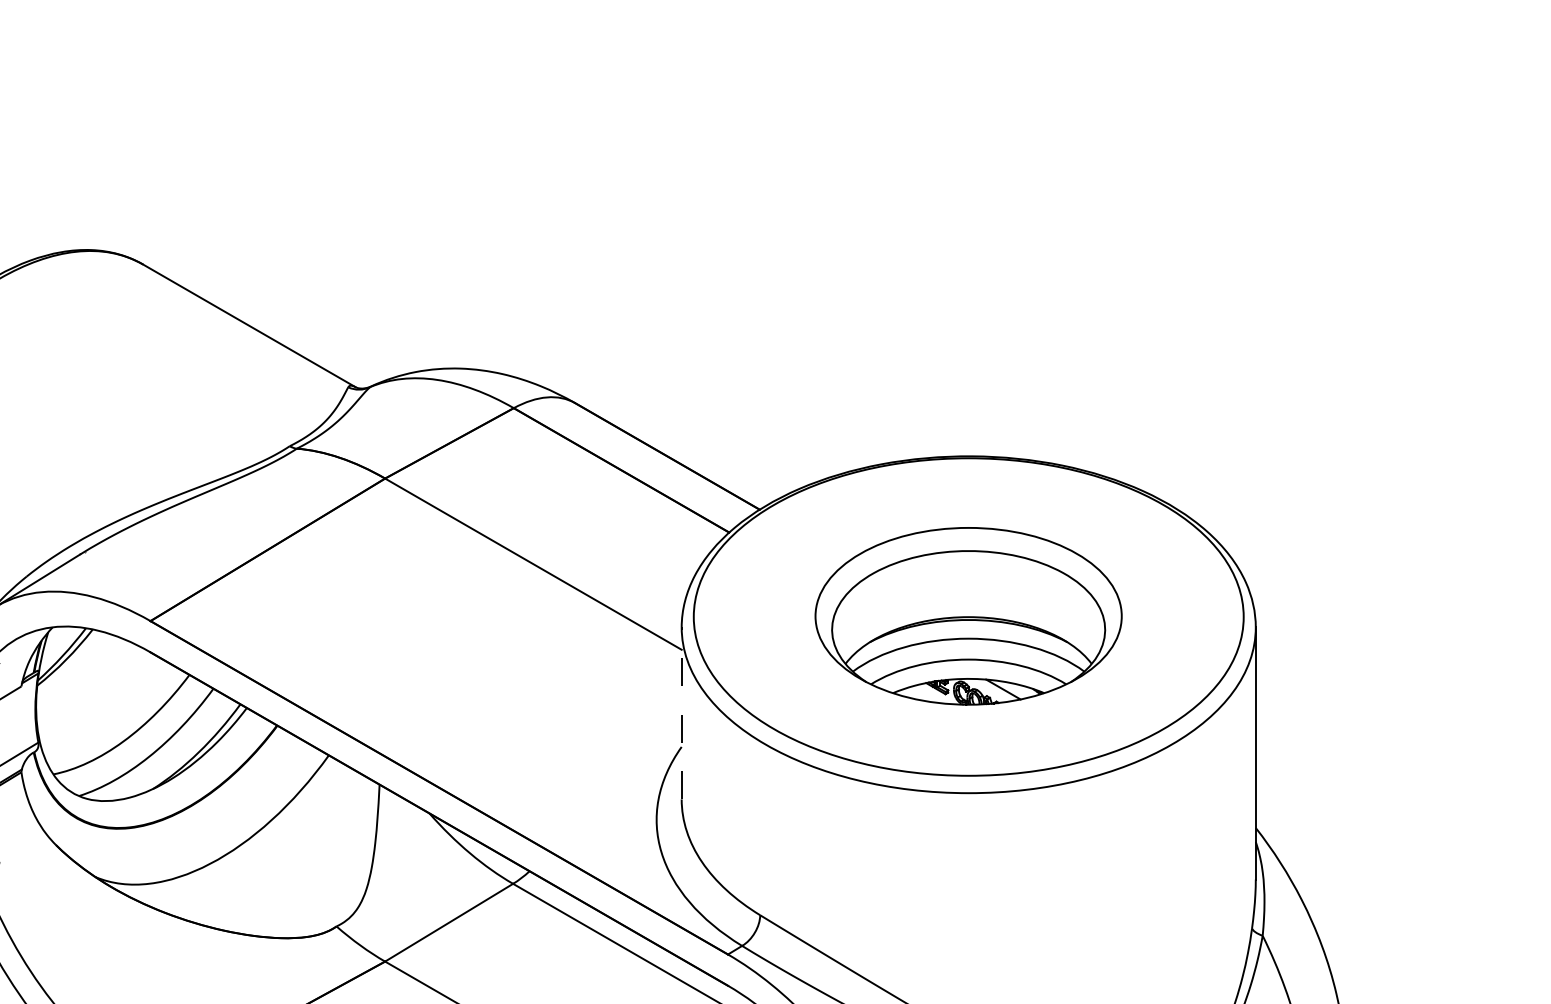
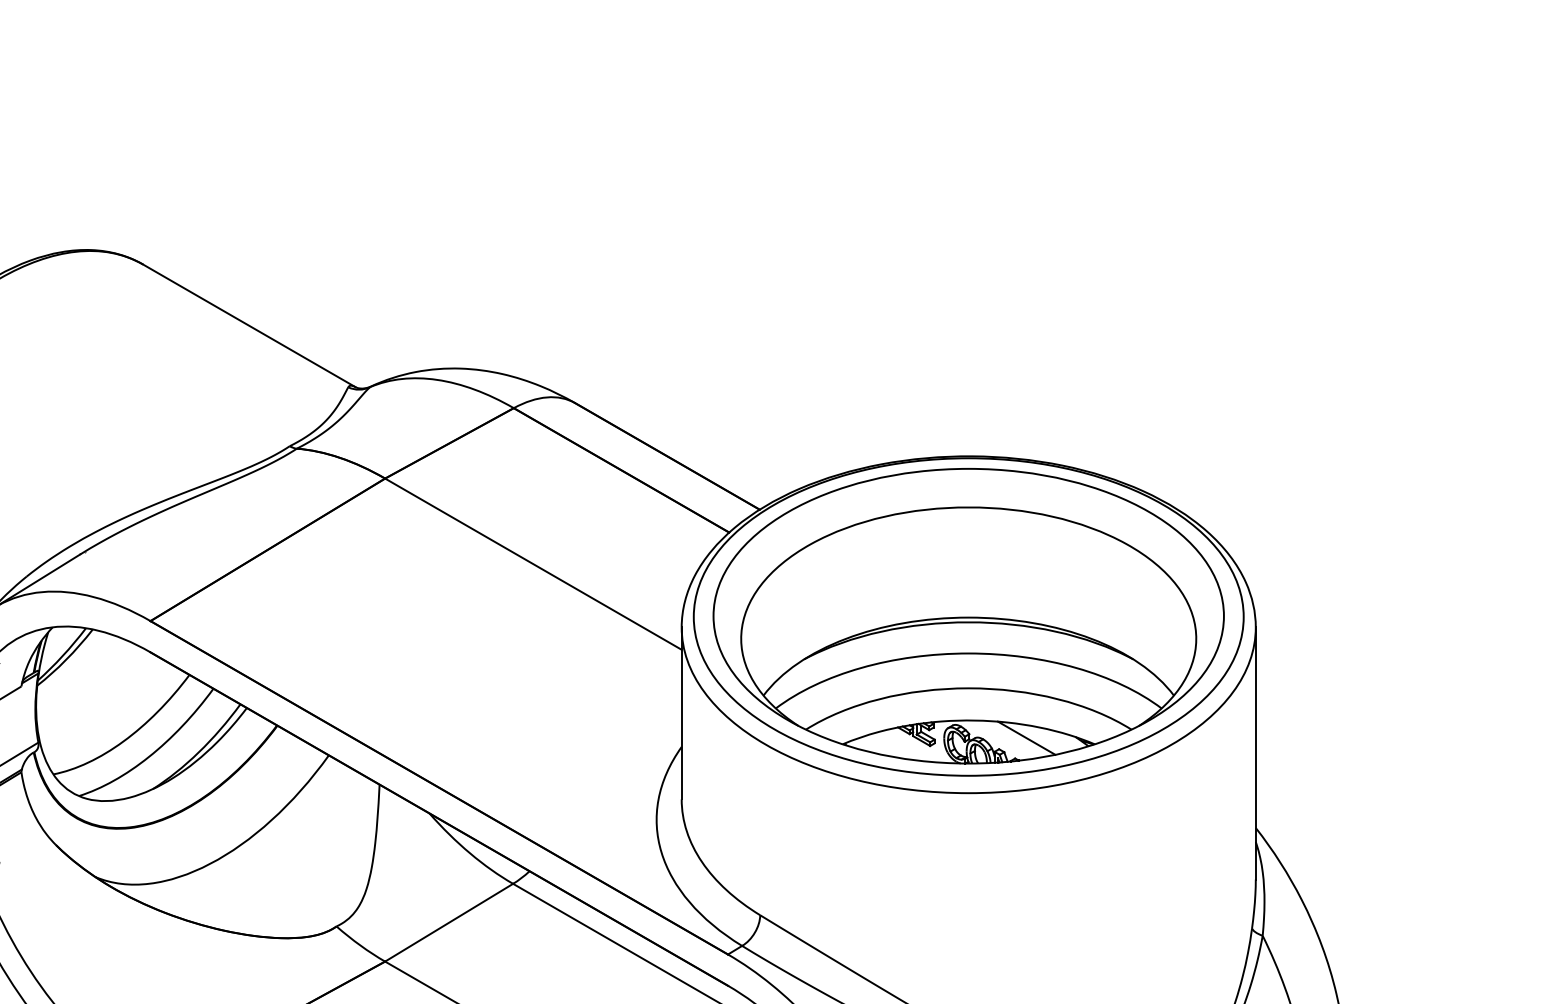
part at (968, 616) size: 309x179 px -> 513x297 px
line at (681, 713): dashed -> solid
